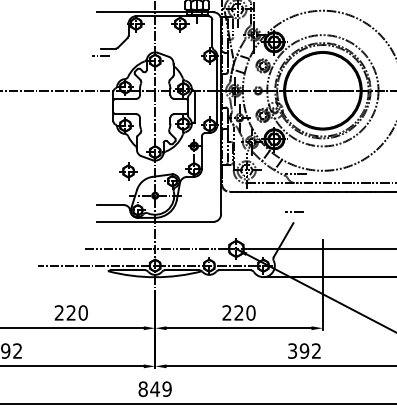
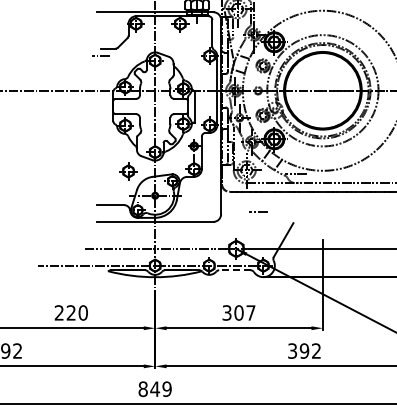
line at (294, 211) position: (294, 211) -> (258, 211)
line at (235, 270): solid -> dashed
text at (238, 312): 220 -> 307
